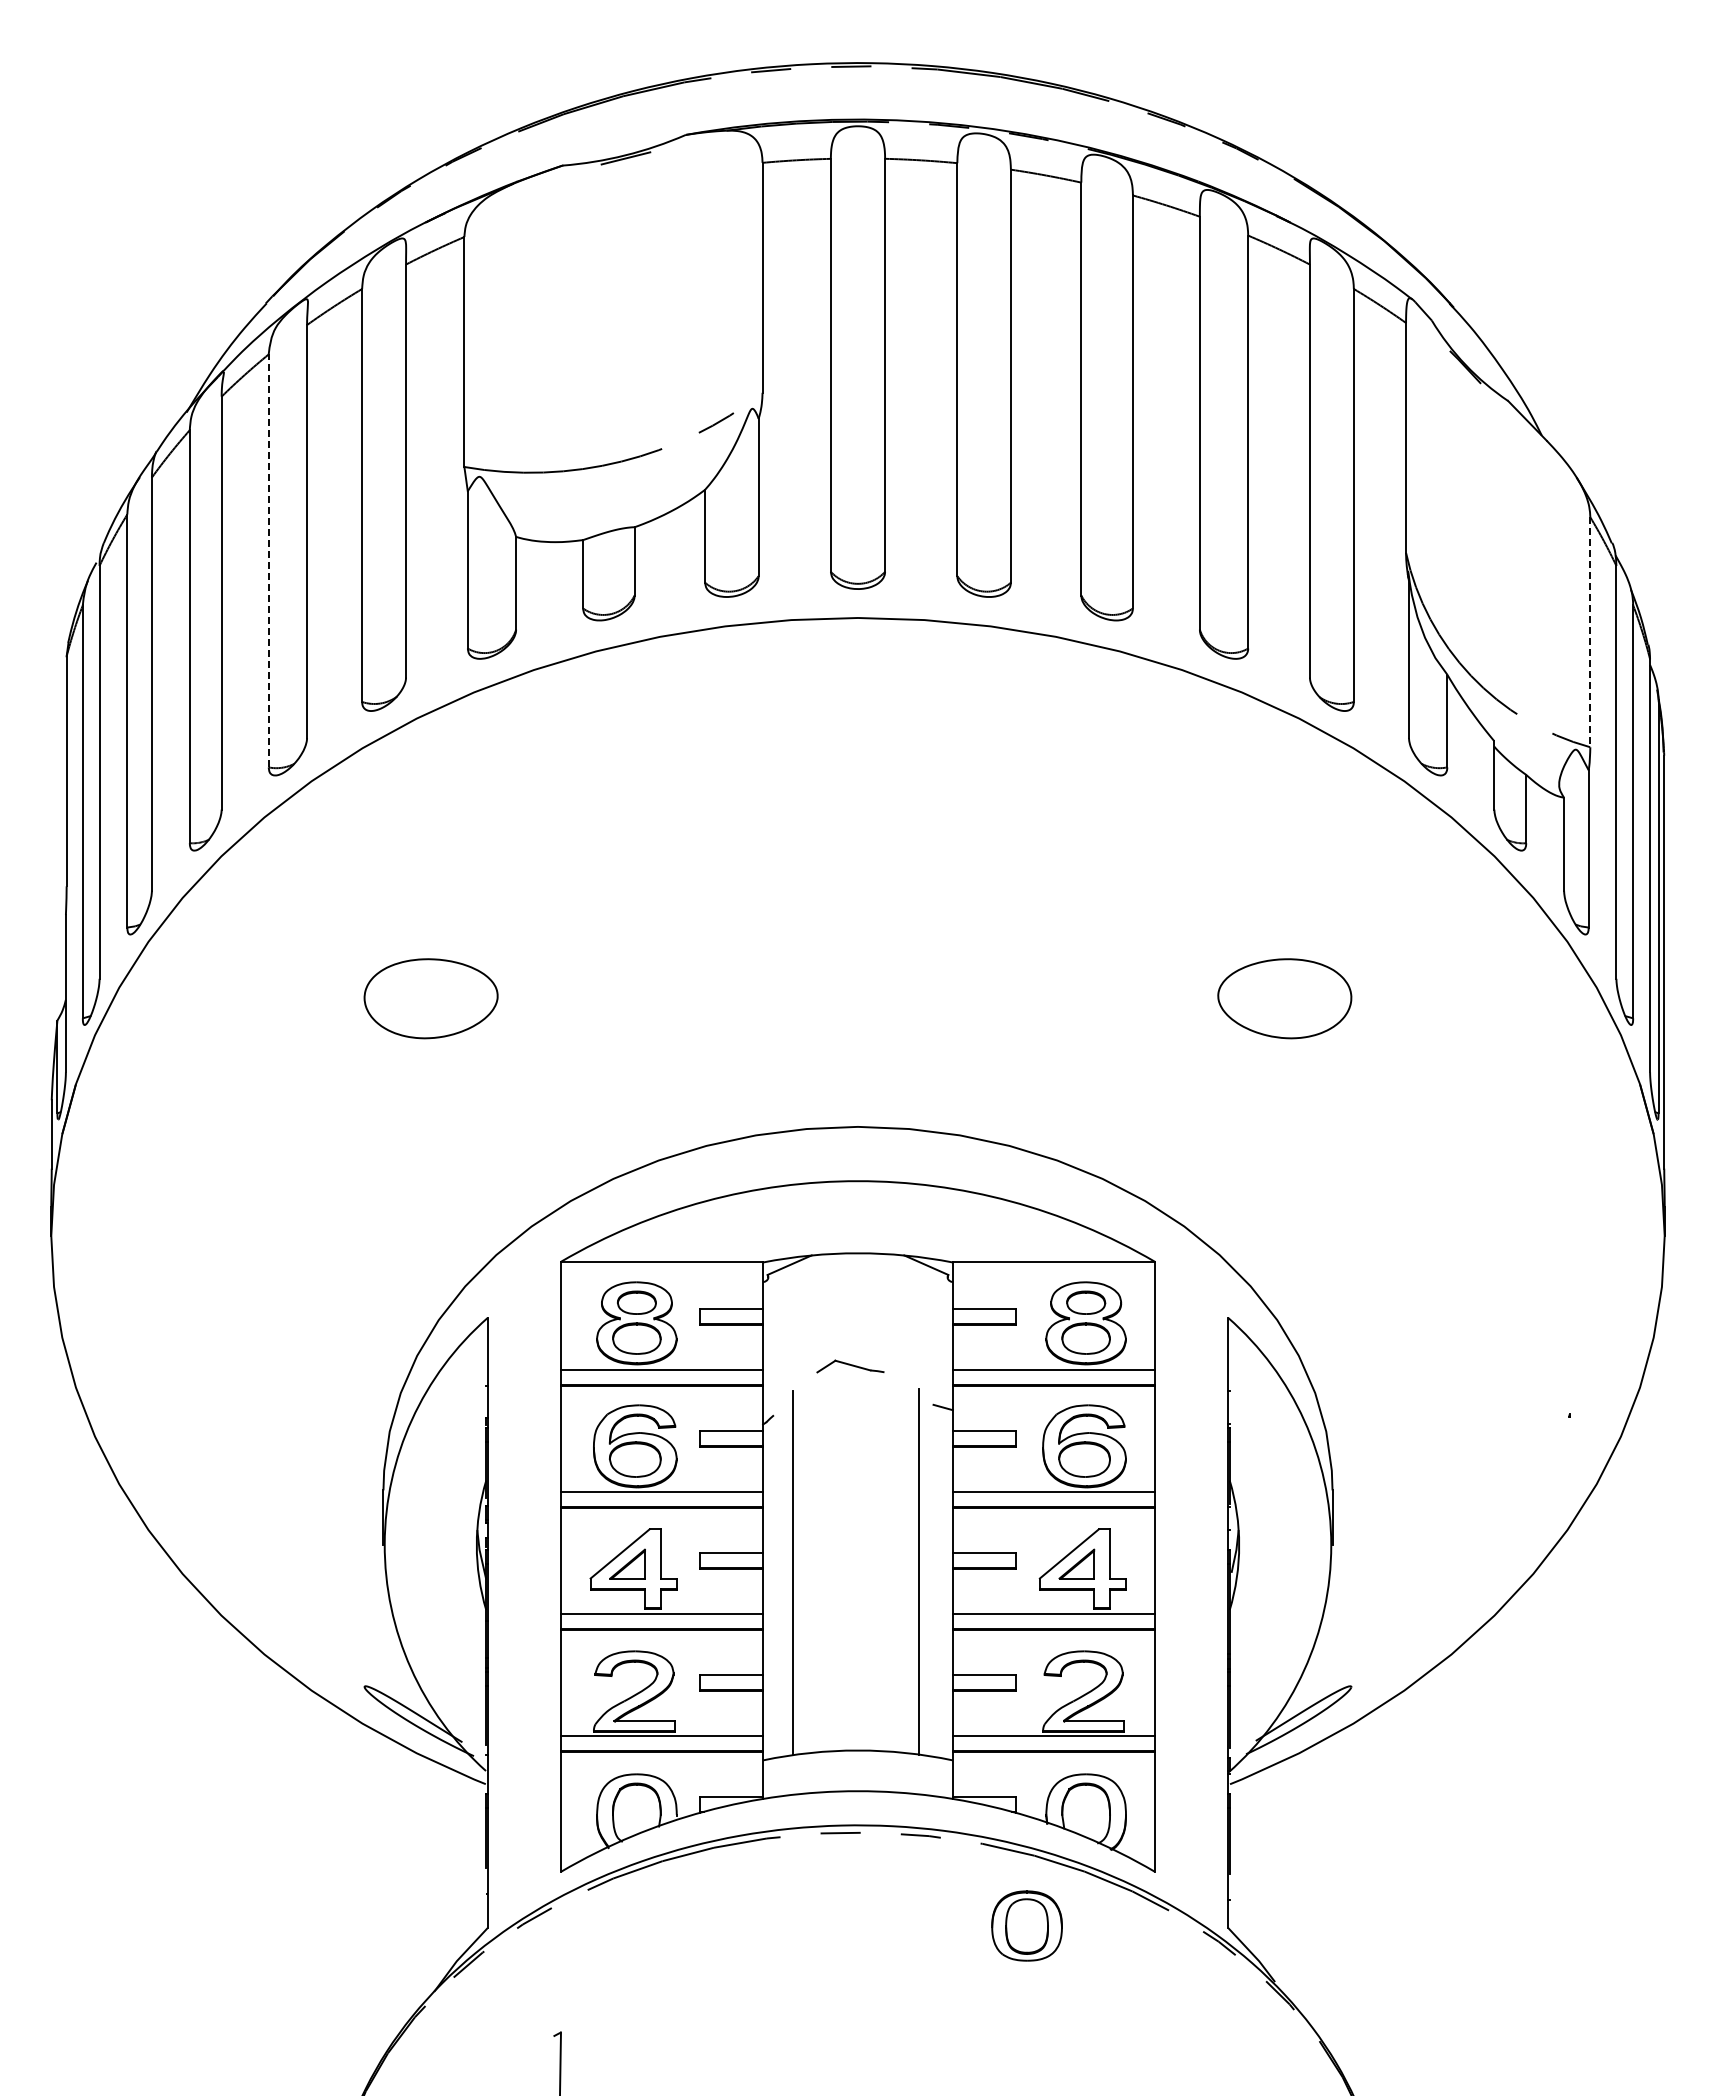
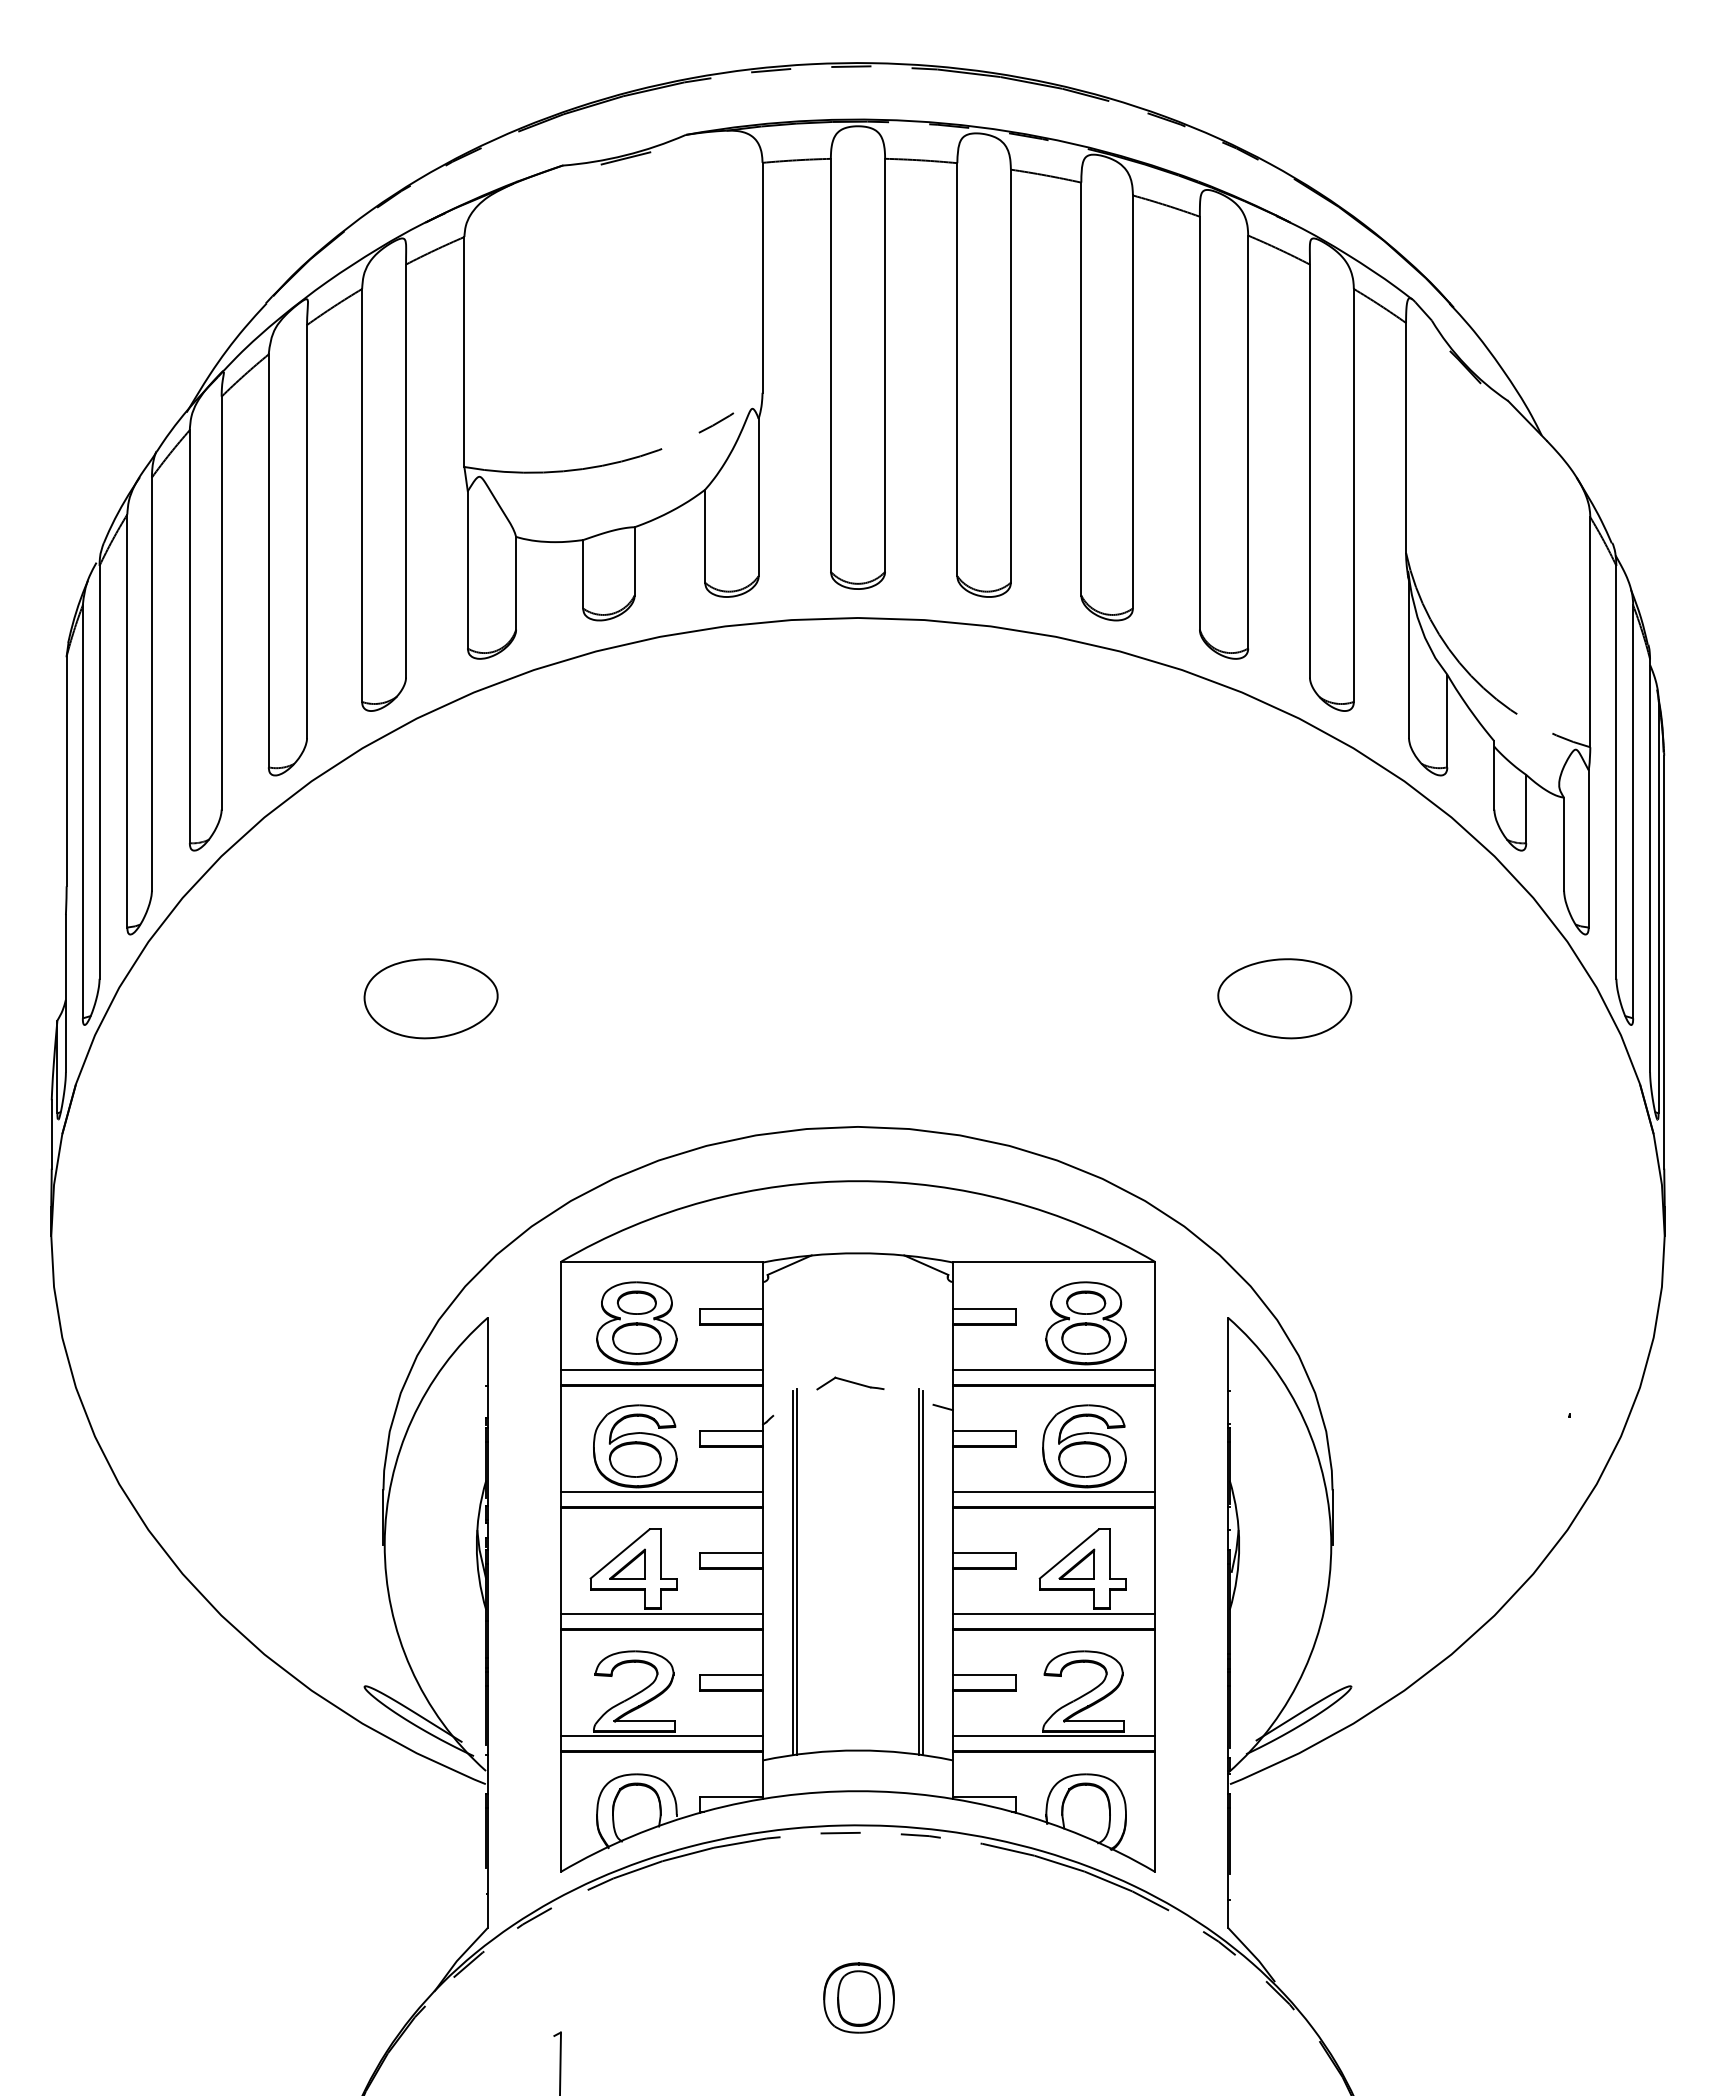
line at (268, 560): dashed -> solid
line at (1590, 632): dashed -> solid
part at (850, 1366) position: (850, 1366) -> (850, 1383)
line at (796, 1571): none -> present
line at (923, 1573): none -> present
part at (1026, 1925) position: (1026, 1925) -> (858, 1997)
